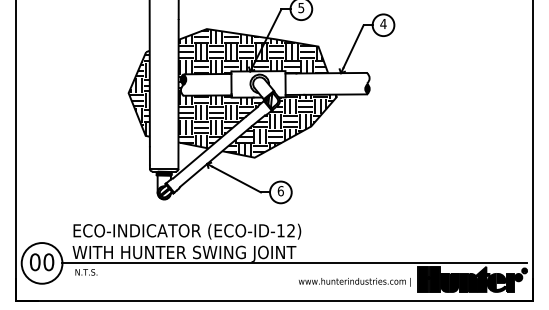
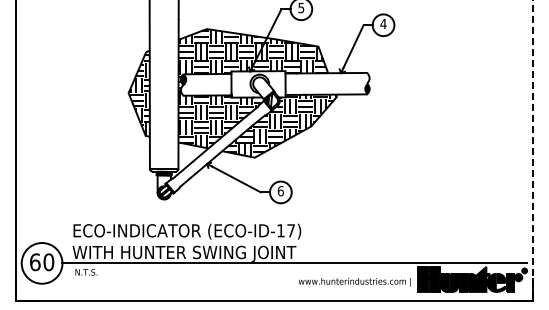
line at (532, 151): solid -> dashed
text at (290, 230): (ECO-ID-12) -> (ECO-ID-17)
text at (35, 261): 00 -> 60
